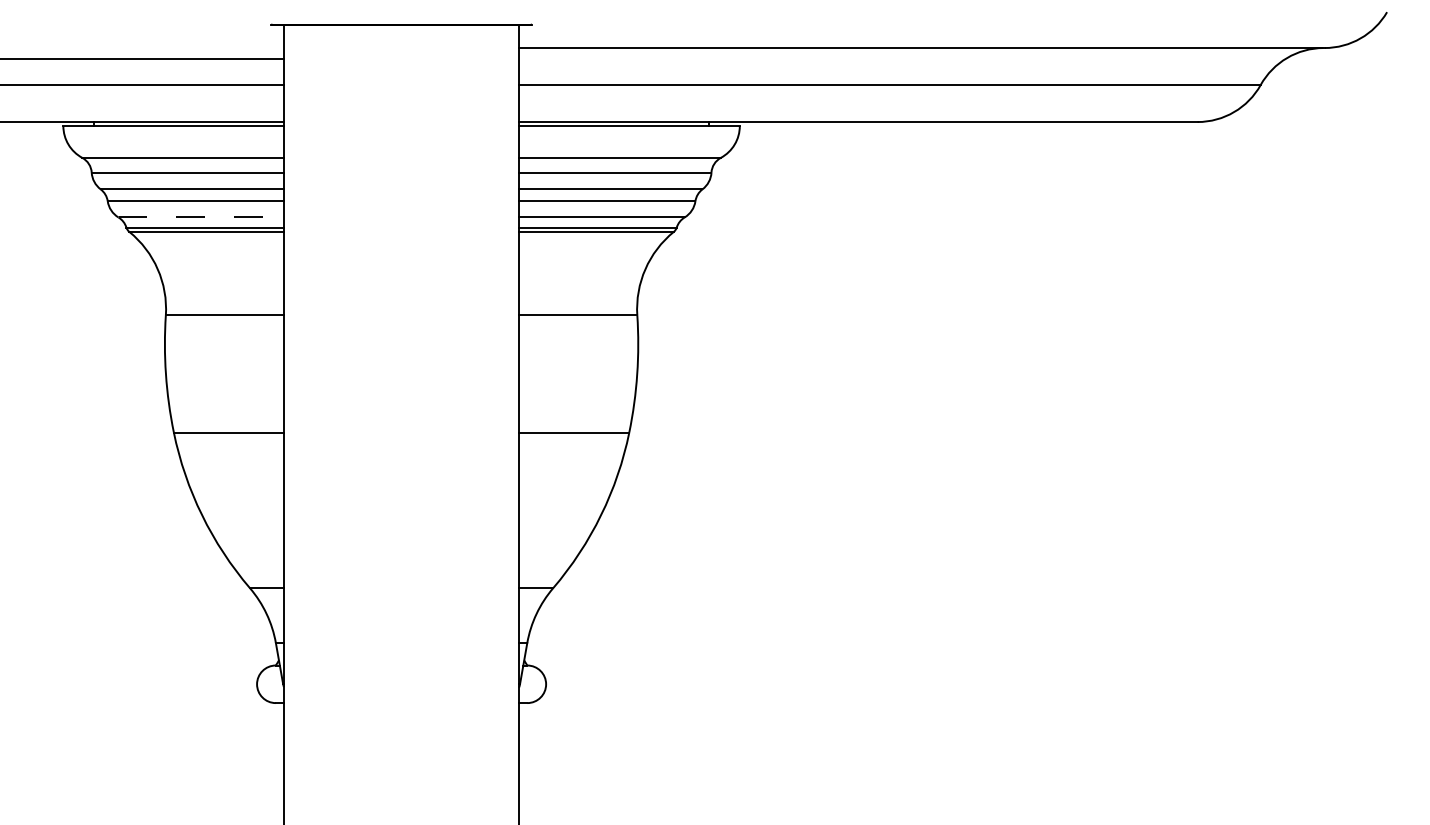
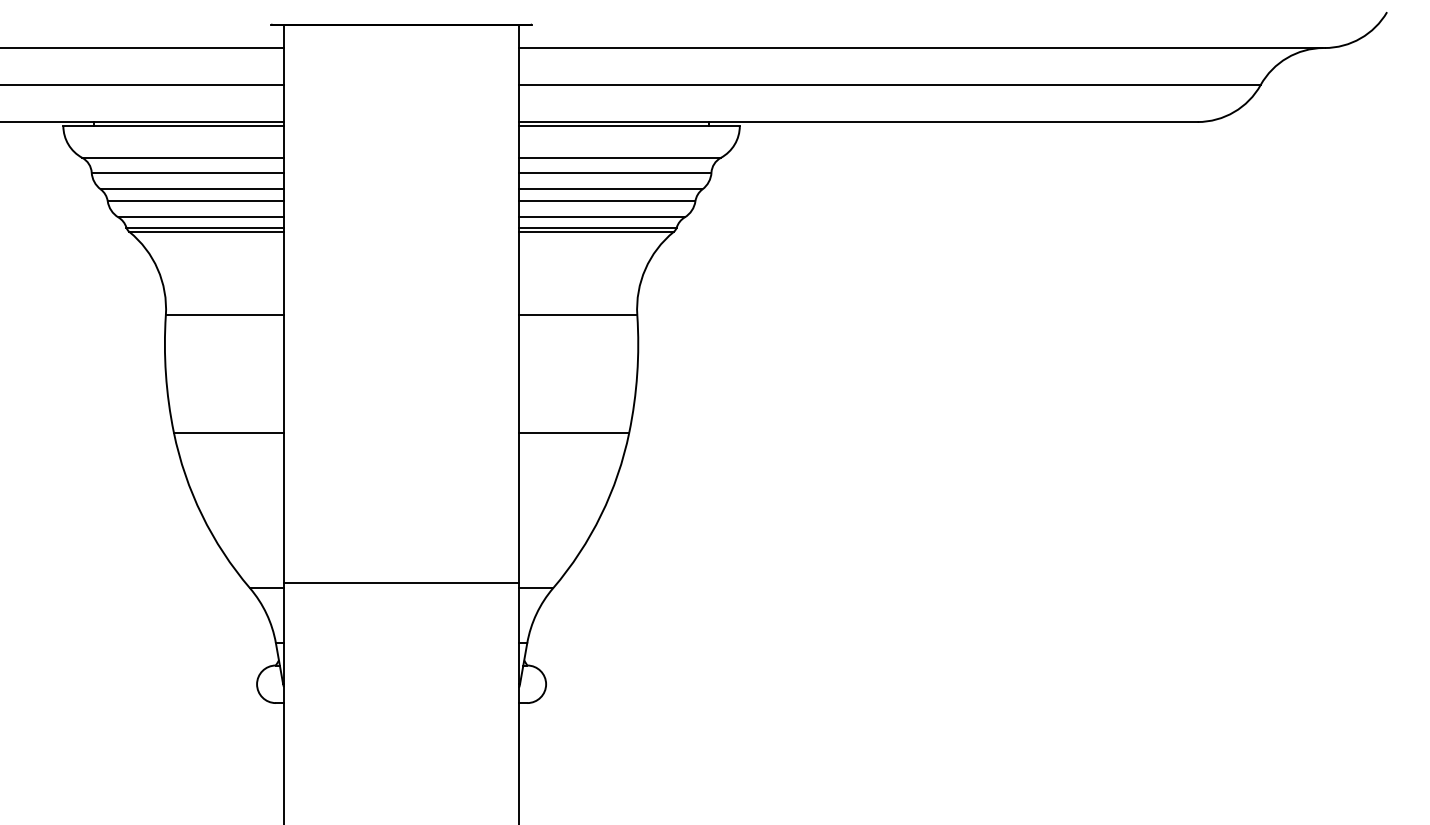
line at (143, 59) position: (143, 59) -> (143, 48)
line at (201, 217): dashed -> solid
line at (401, 583): none -> present
